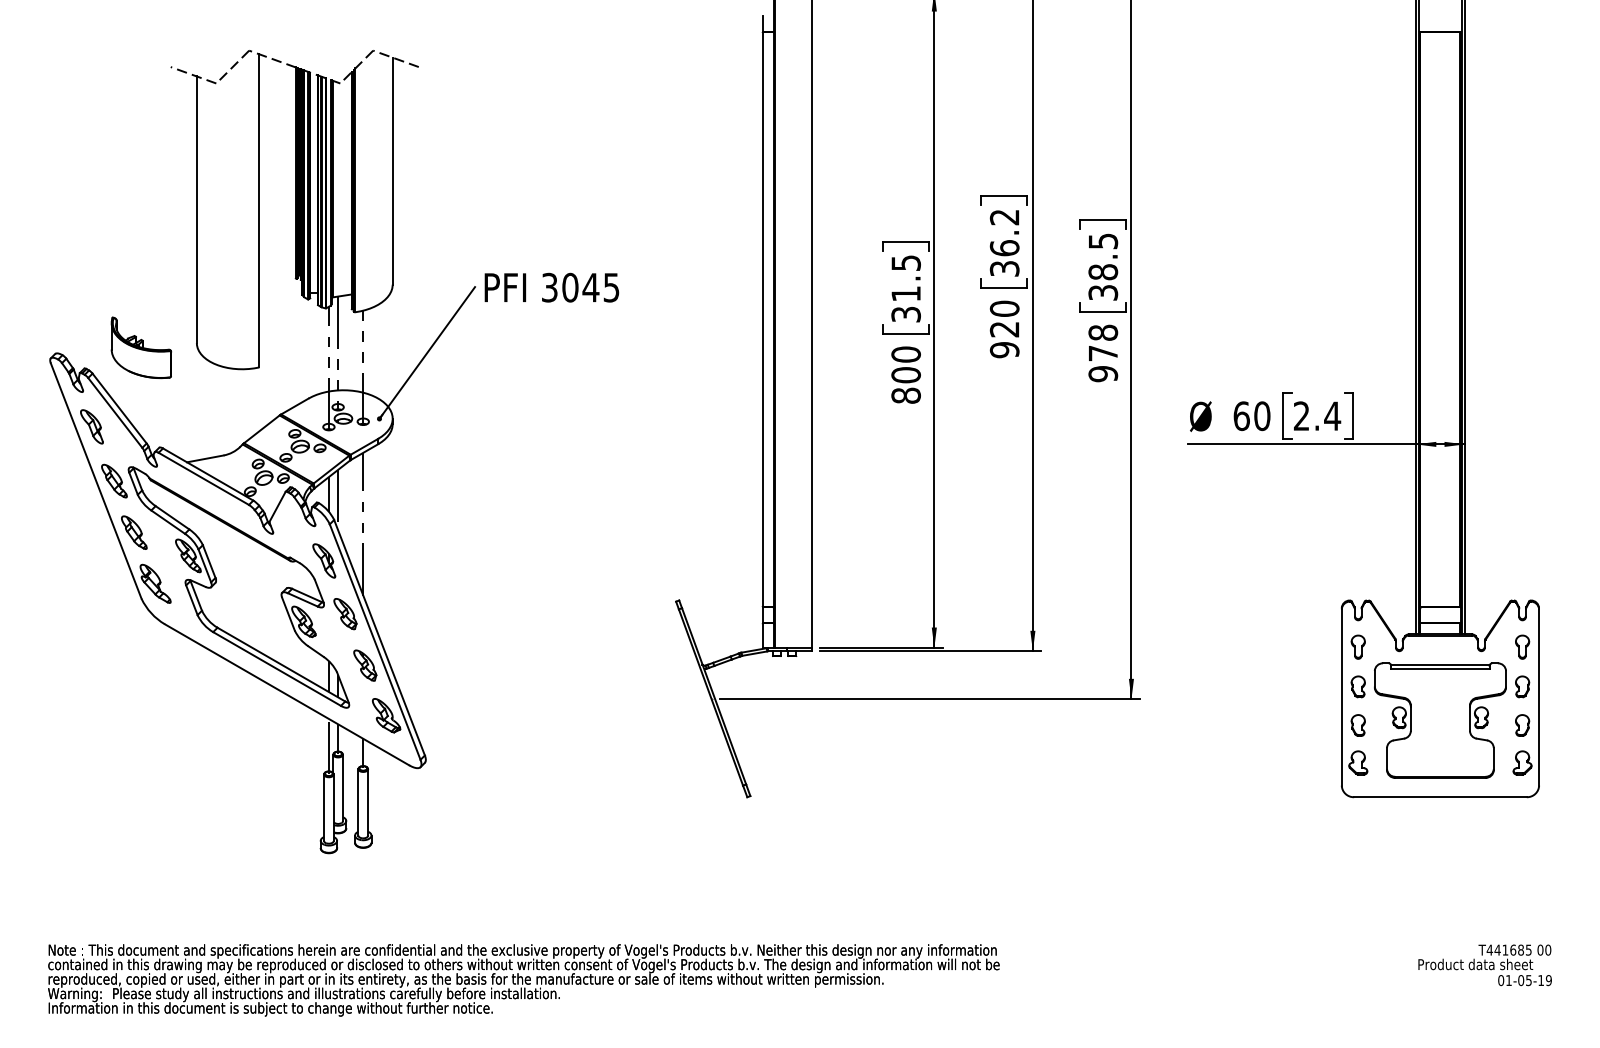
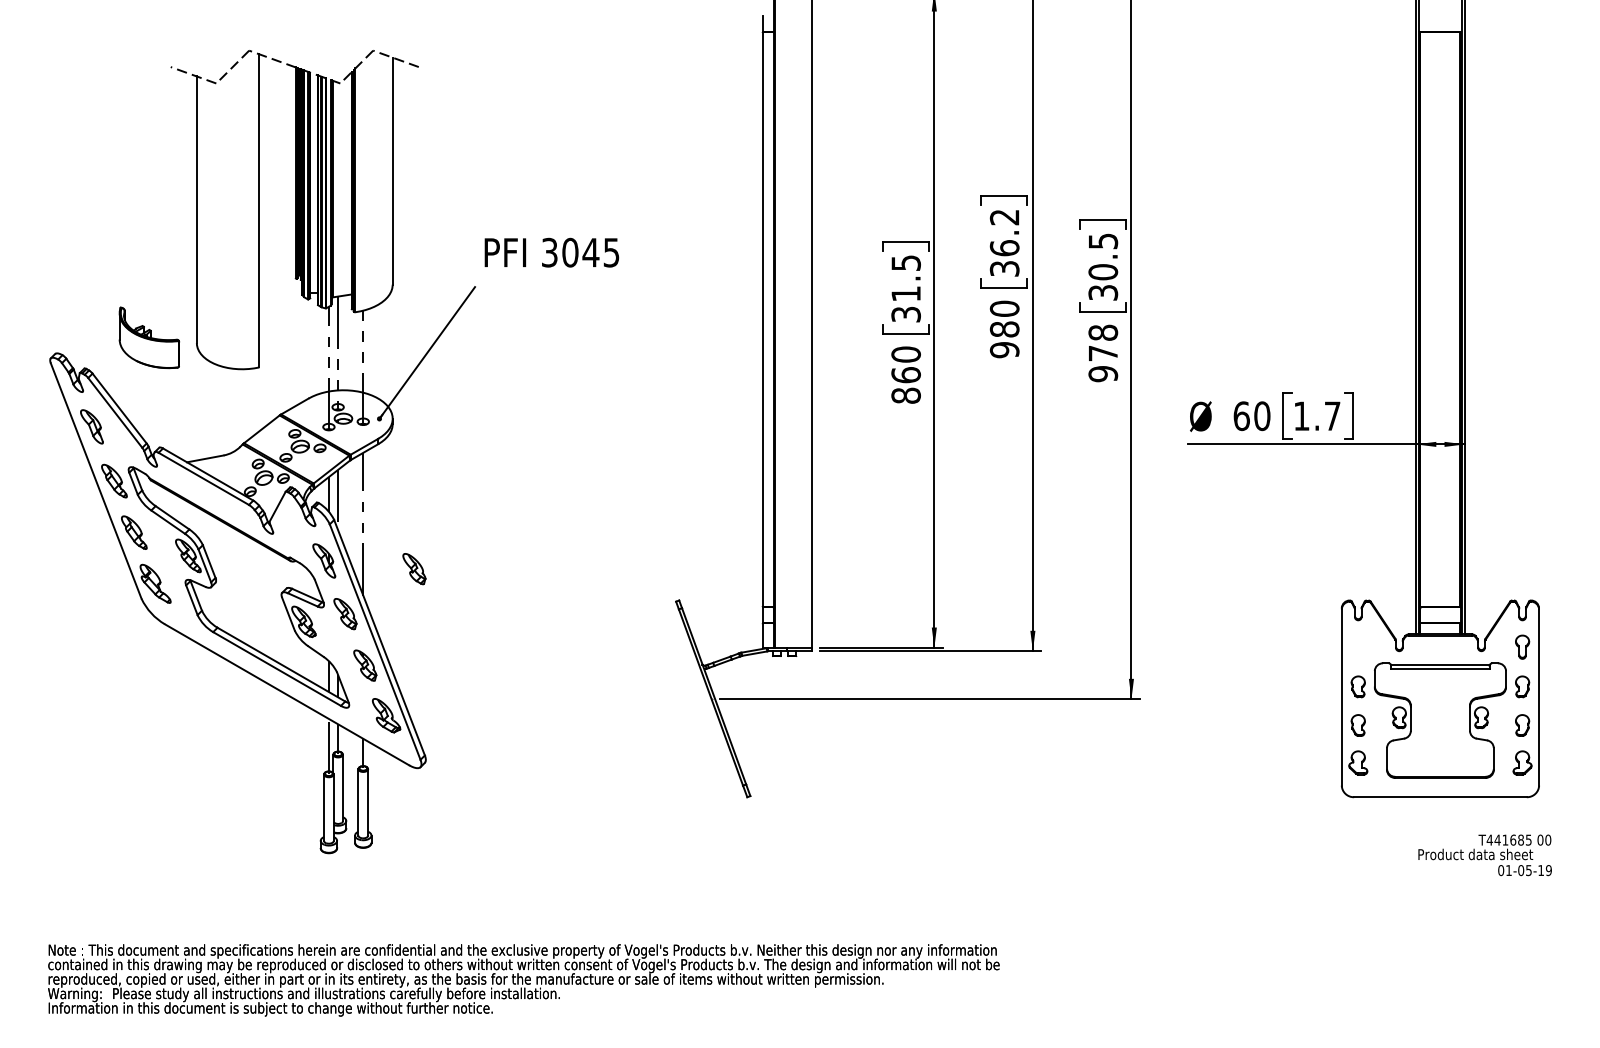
text at (1103, 272): 38.5 -> 30.5
text at (551, 287) position: (551, 287) -> (551, 252)
text at (1004, 329): 920 -> 980
part at (140, 347) position: (140, 347) -> (148, 337)
text at (905, 375): 800 -> 860
text at (1317, 415): 2.4 -> 1.7
part at (414, 569): none -> present
part at (1357, 646): present -> none
text at (1484, 965) position: (1484, 965) -> (1484, 855)
